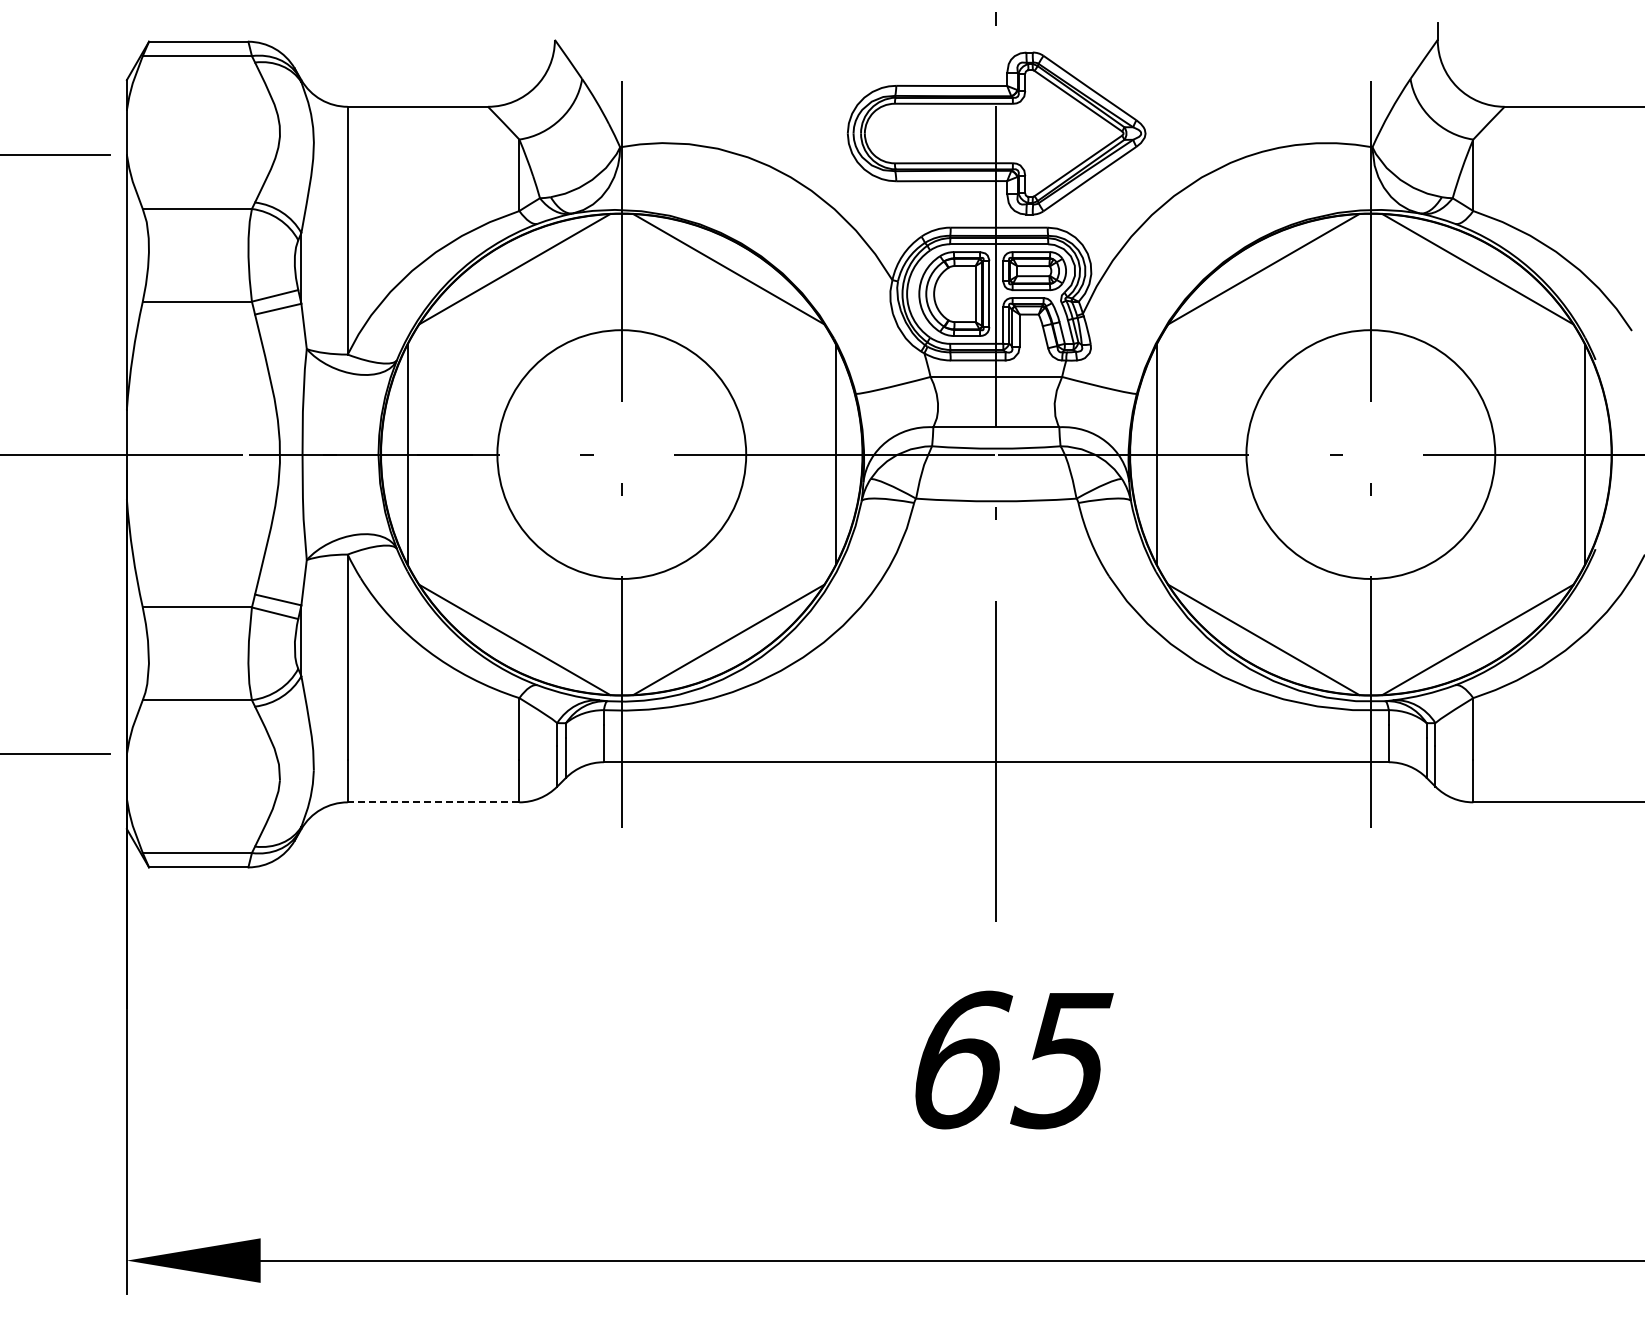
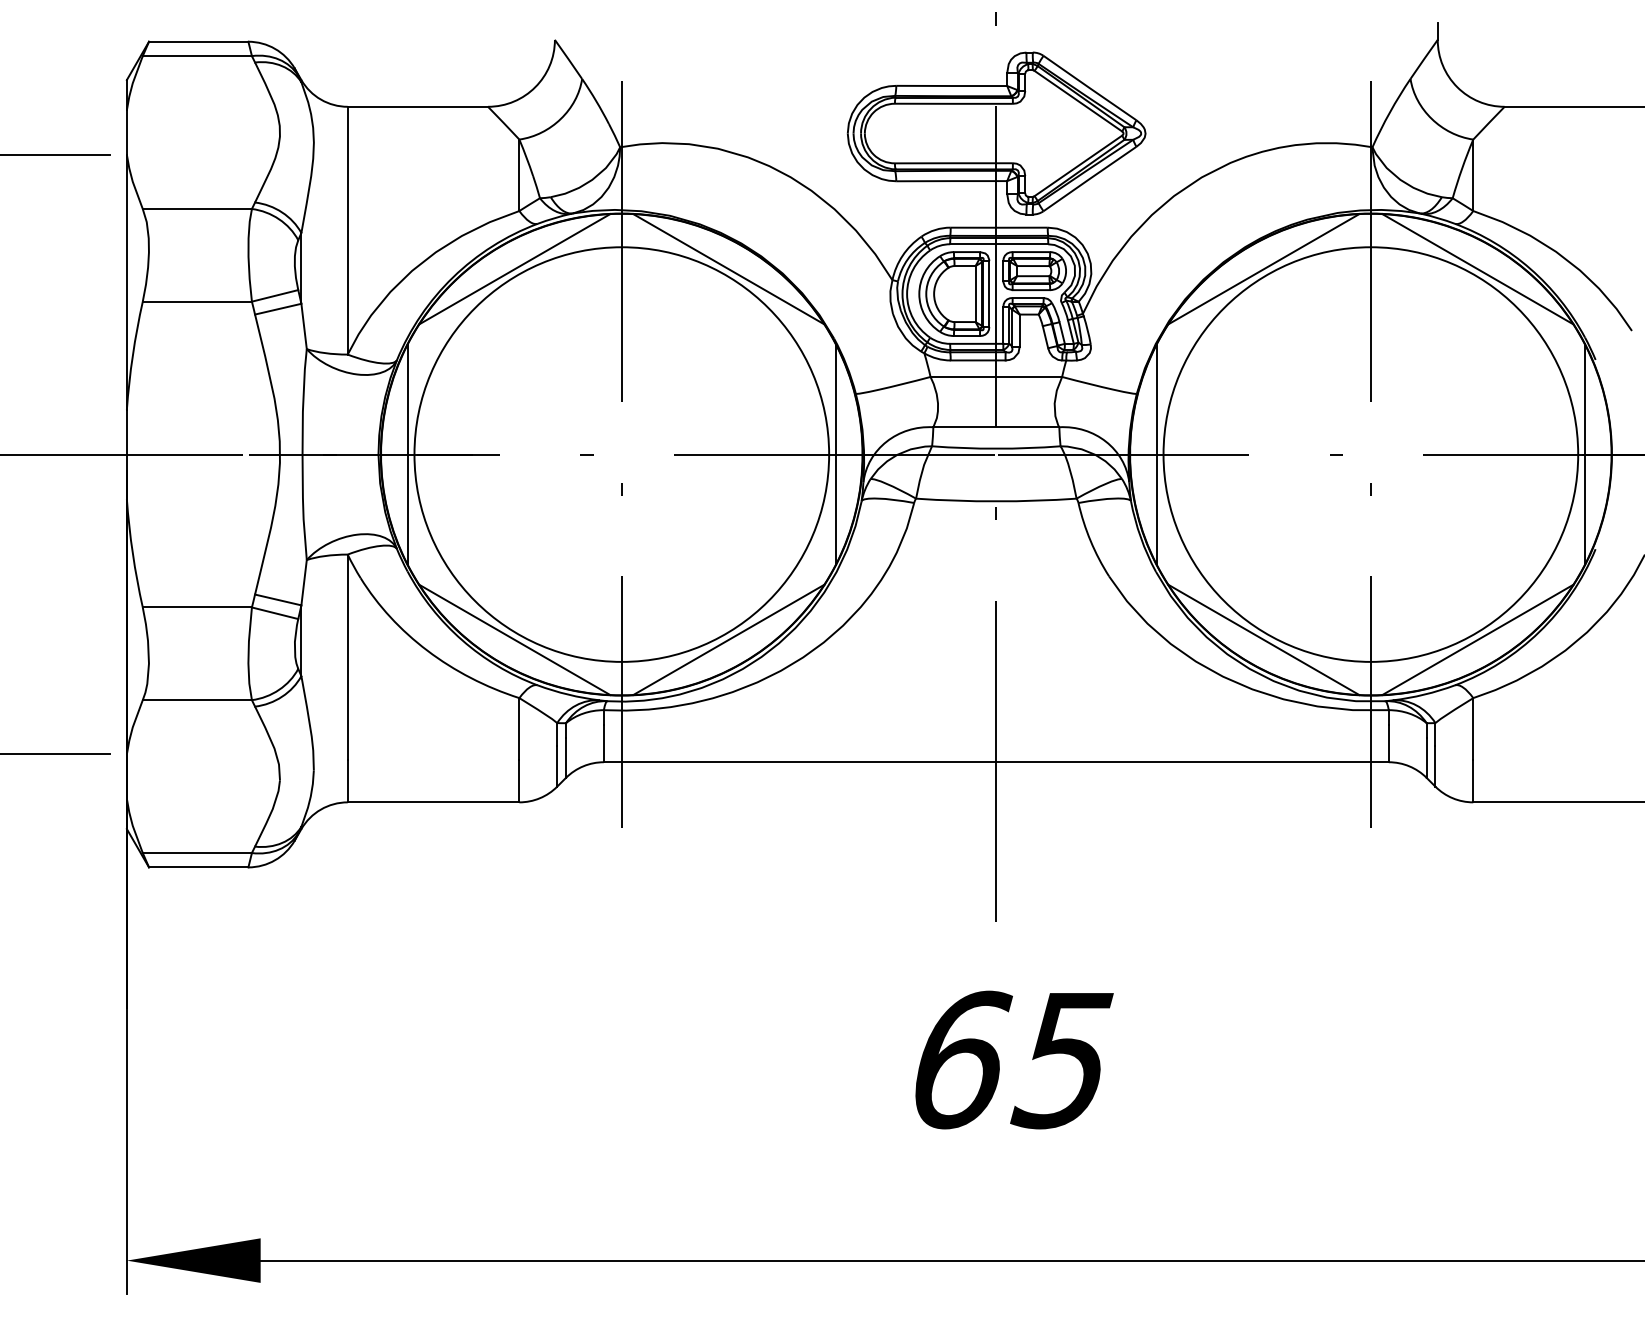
circle at (621, 454) diameter: 249 px -> 415 px
circle at (1370, 454) diameter: 249 px -> 415 px
line at (433, 802): dashed -> solid
